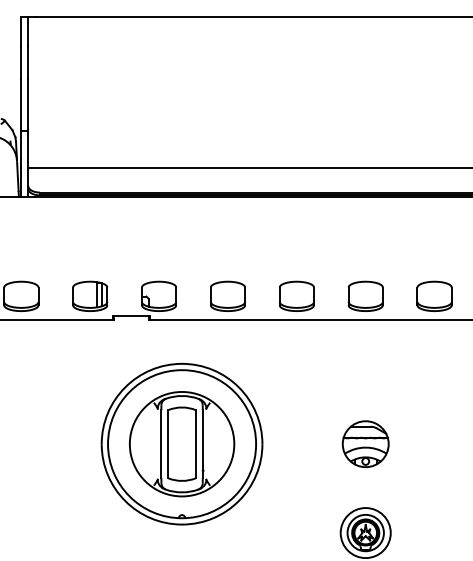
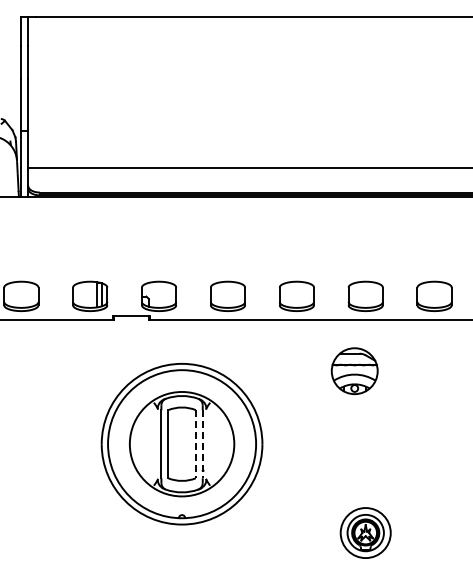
part at (365, 443) position: (365, 443) -> (354, 370)
line at (195, 444): solid -> dashed
line at (202, 444): solid -> dashed
